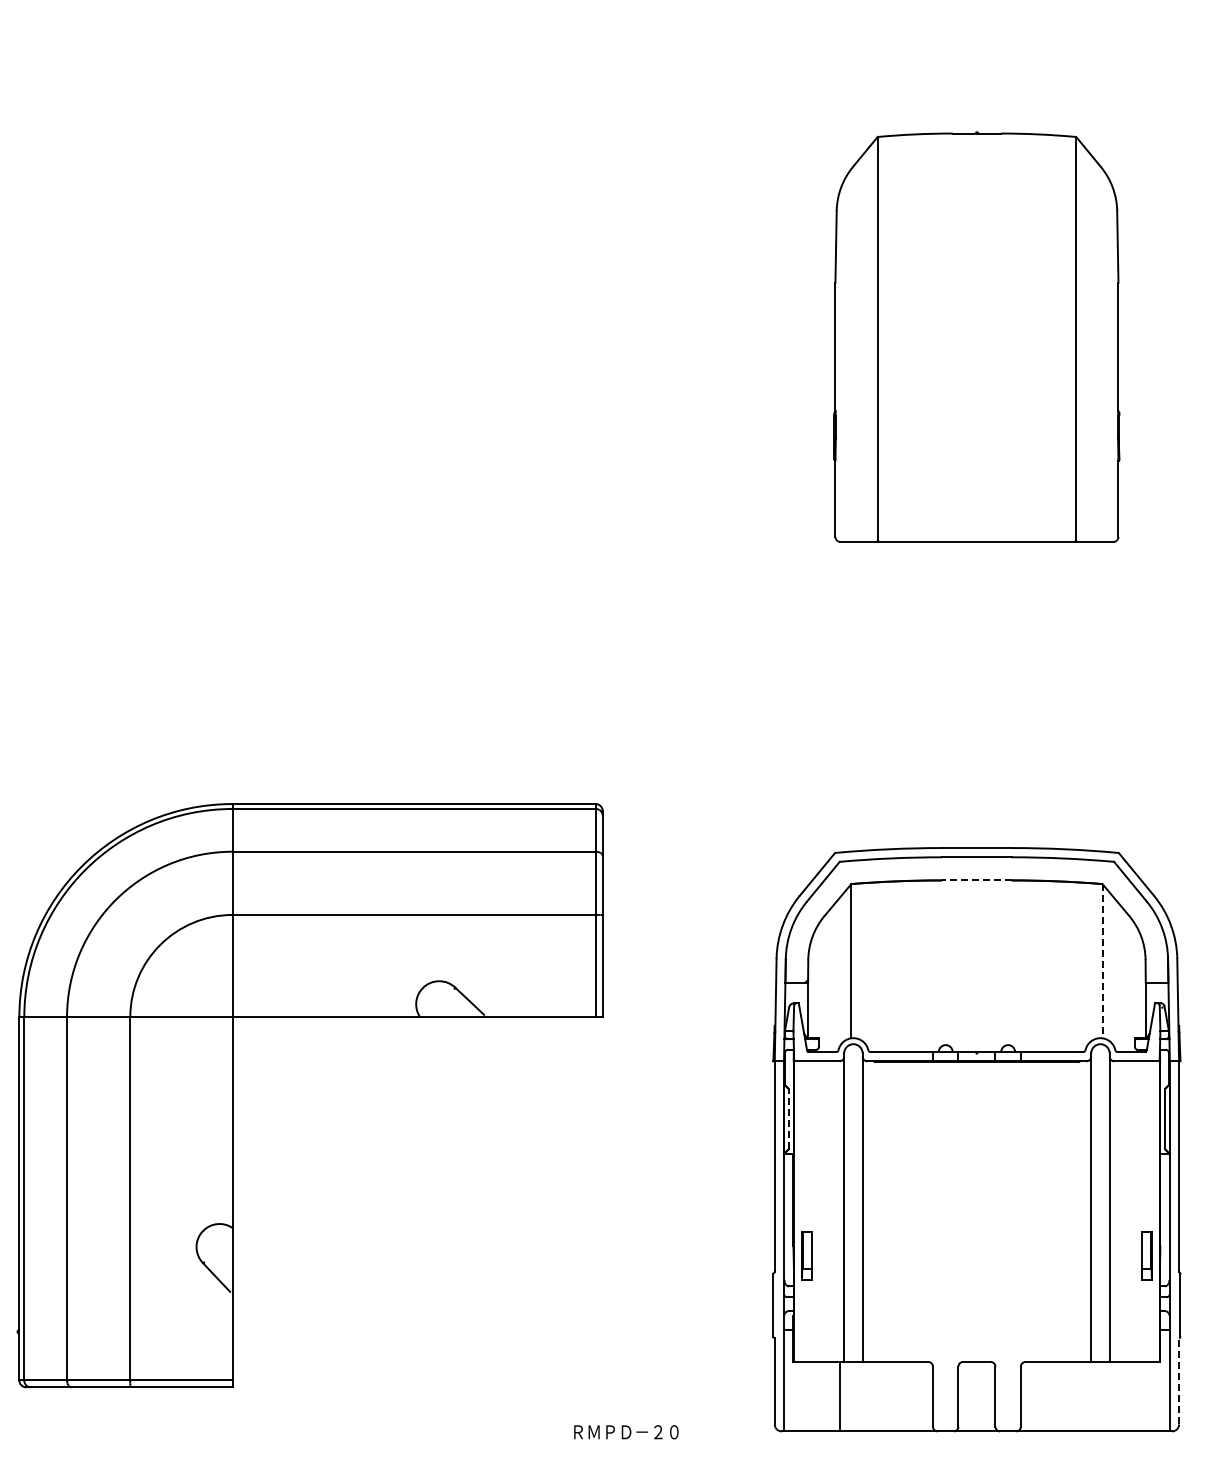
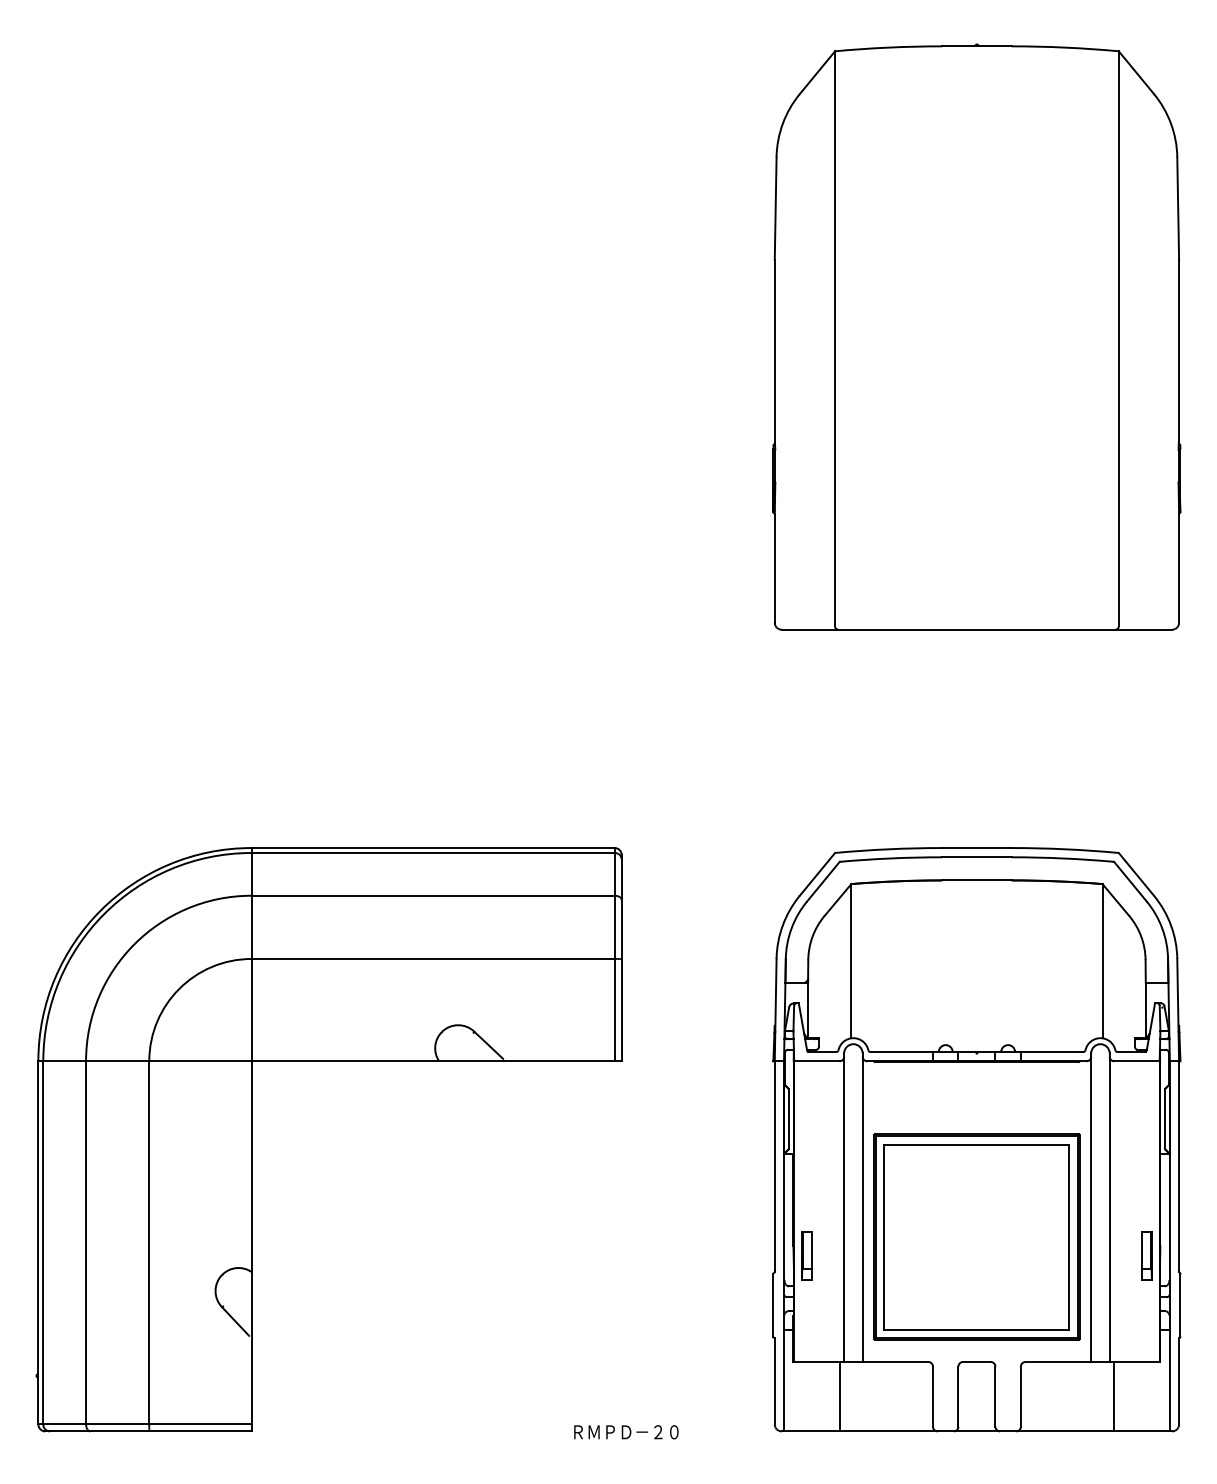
part at (976, 336) size: 288x412 px -> 410x588 px
line at (976, 880): dashed -> solid
line at (1102, 961): dashed -> solid
part at (233, 1095) position: (233, 1095) -> (252, 1139)
line at (788, 1118): dashed -> solid
part at (976, 1236): none -> present
line at (1179, 1381): dashed -> solid
line at (1114, 1396): none -> present
